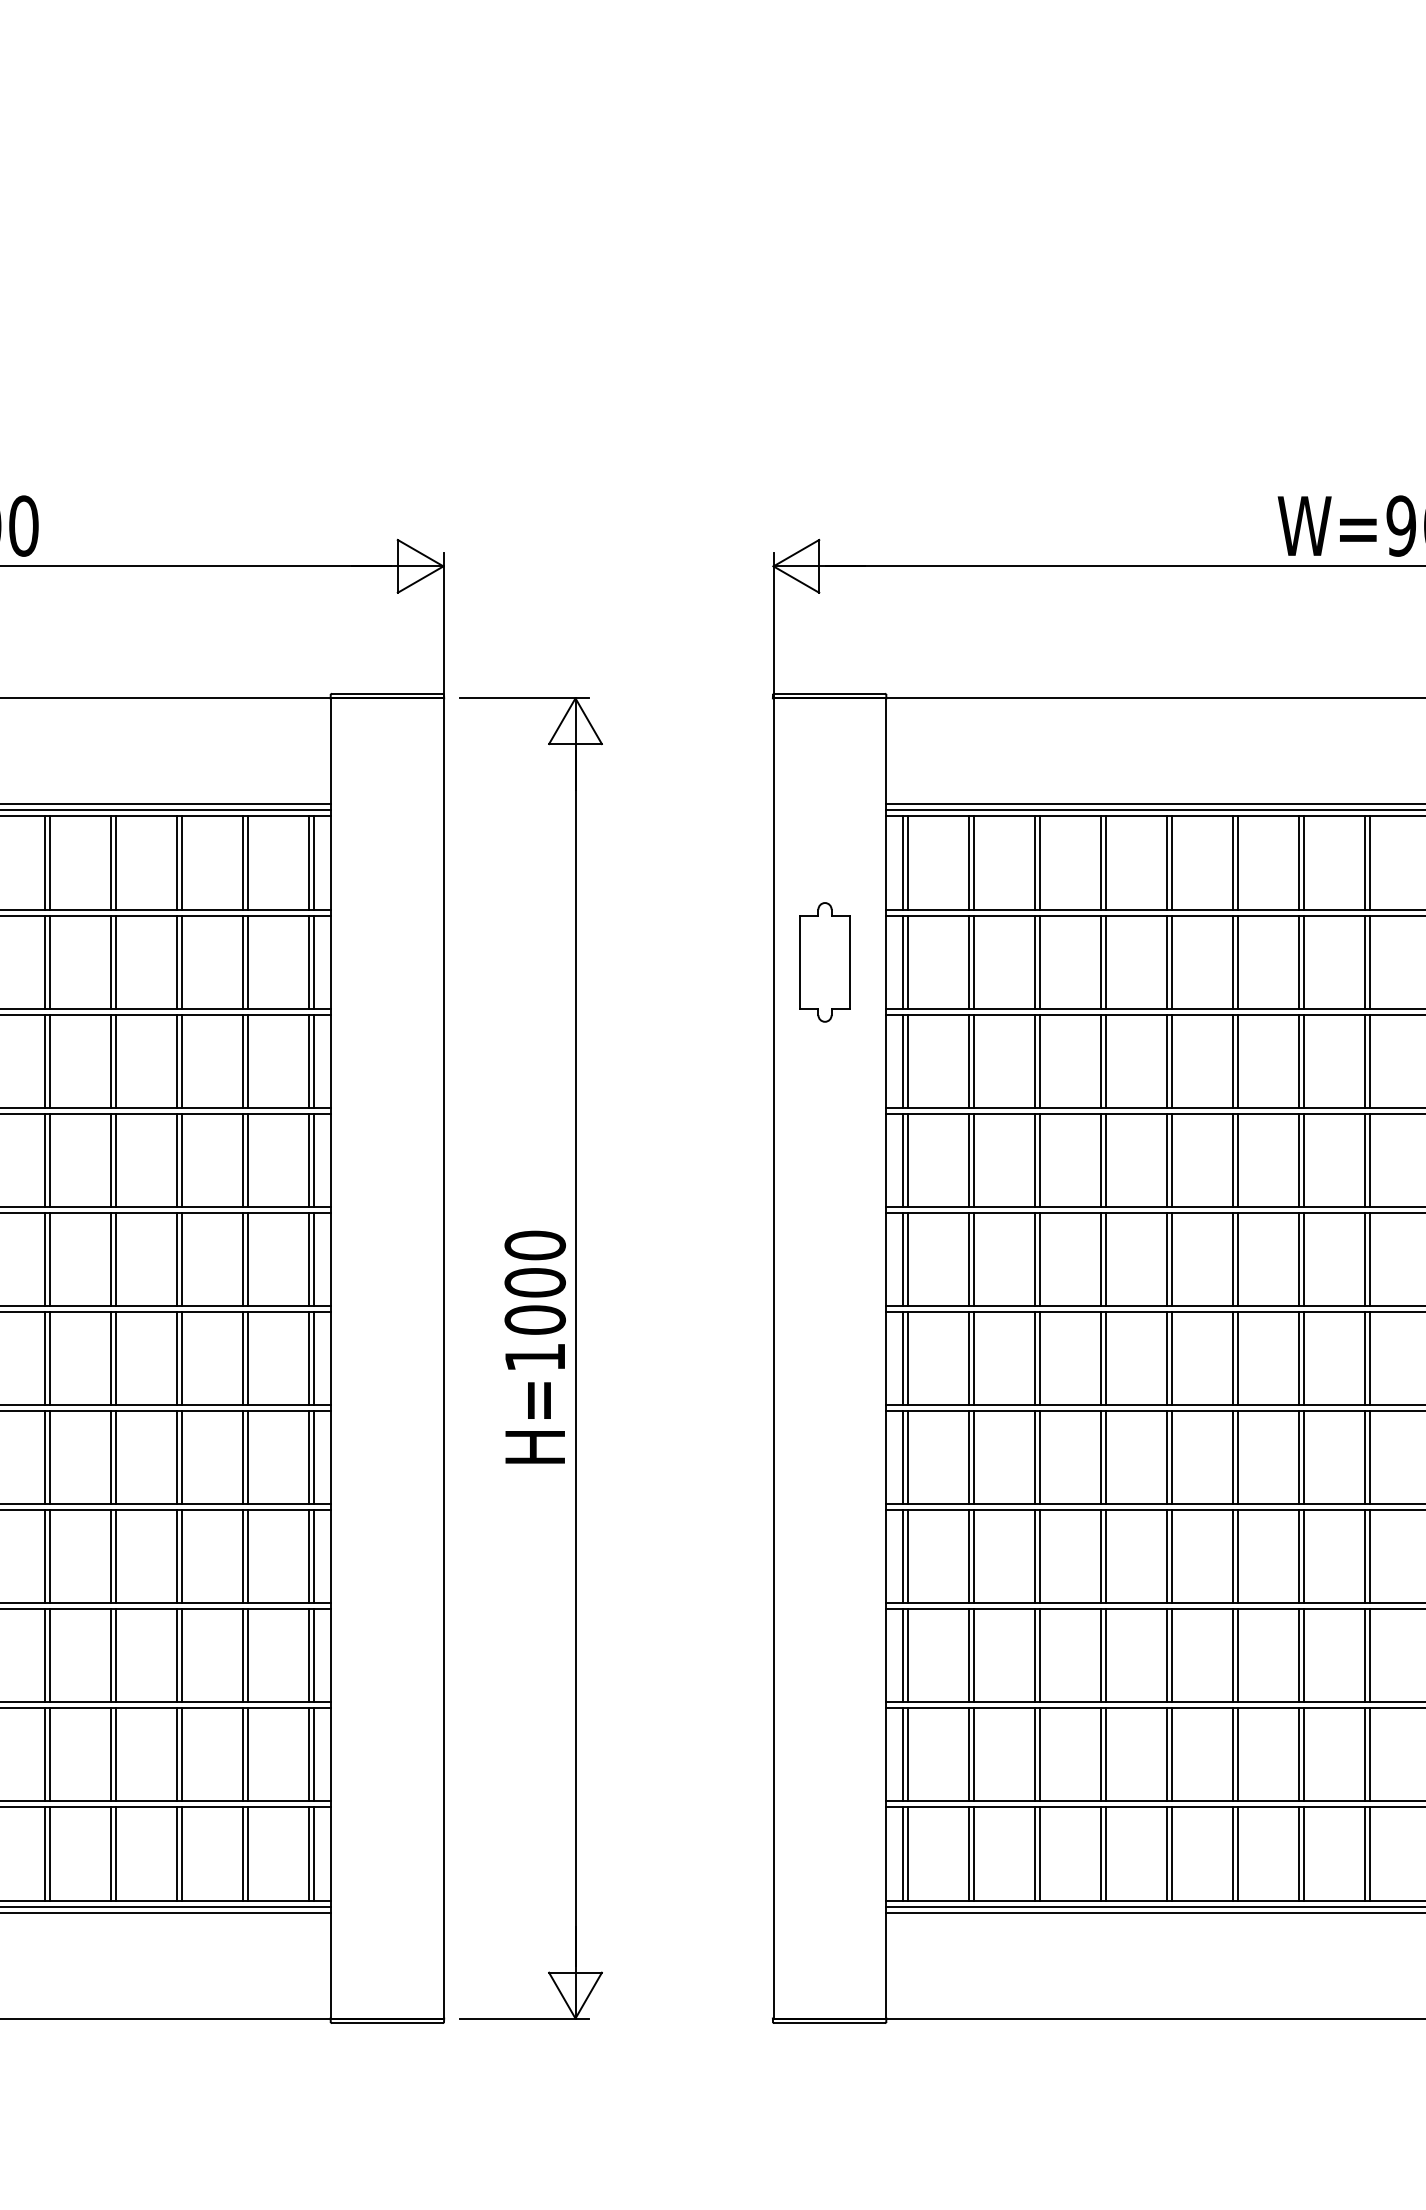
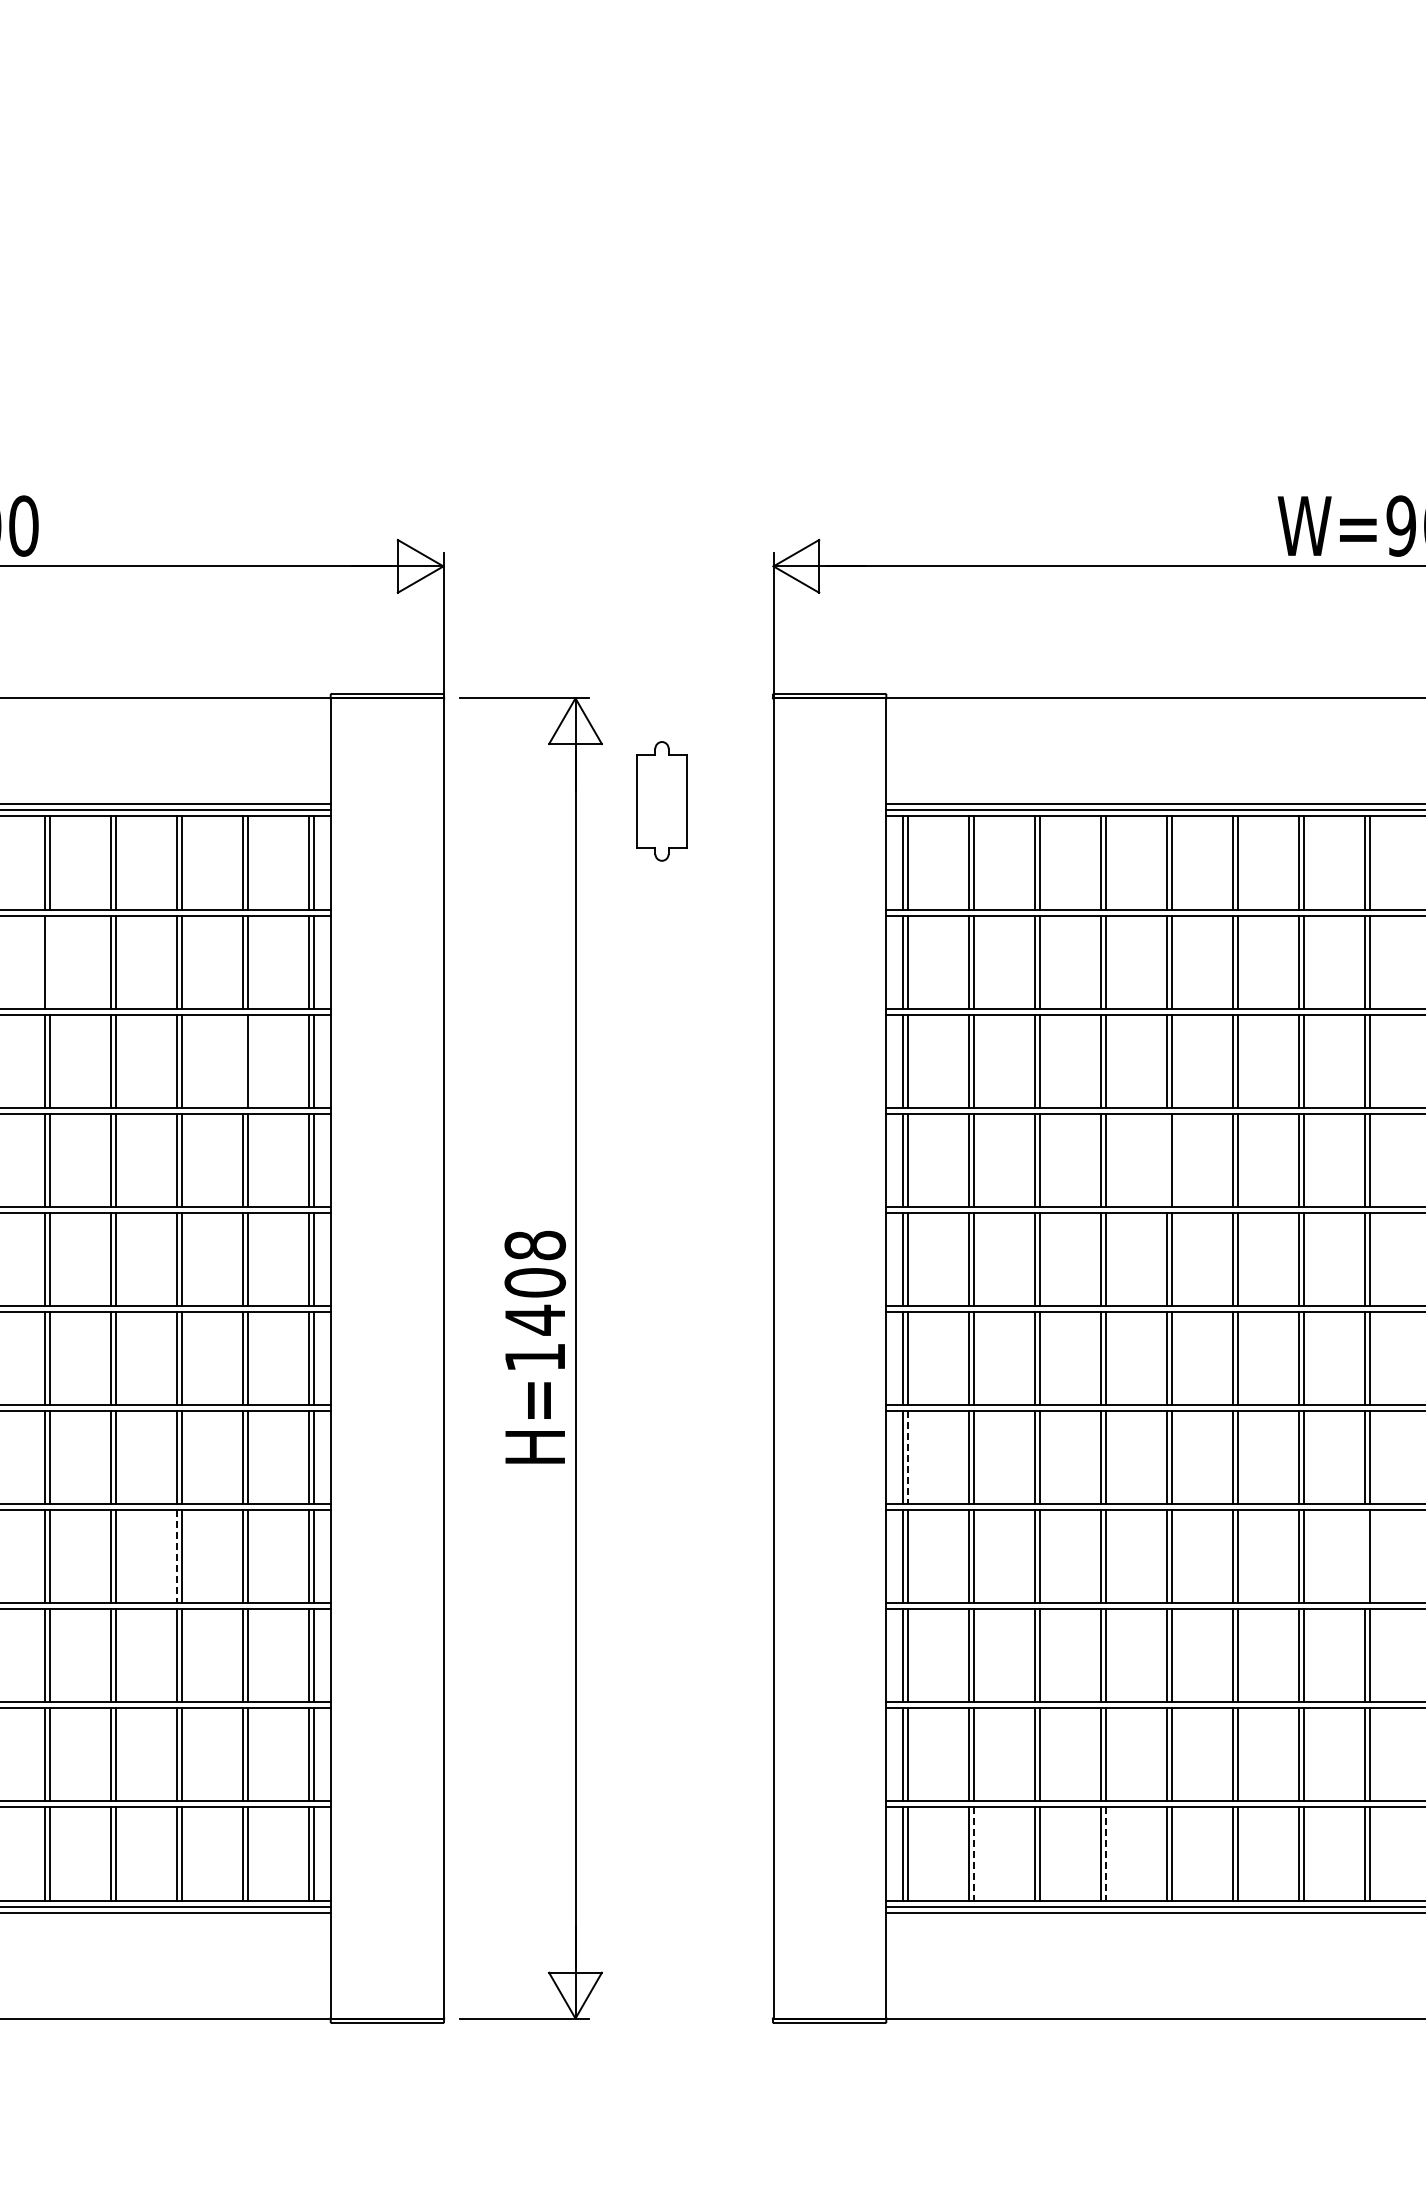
line at (50, 962): present -> none
part at (824, 962) position: (824, 962) -> (661, 801)
line at (242, 1061): present -> none
line at (1166, 1160): present -> none
text at (534, 1282): H=1000 -> H=1408
line at (908, 1457): solid -> dashed
line at (176, 1556): solid -> dashed
line at (1364, 1556): present -> none
line at (974, 1854): solid -> dashed
line at (1106, 1854): solid -> dashed
